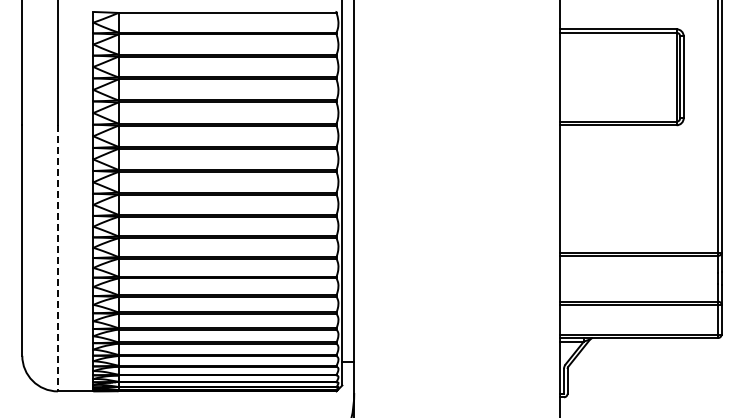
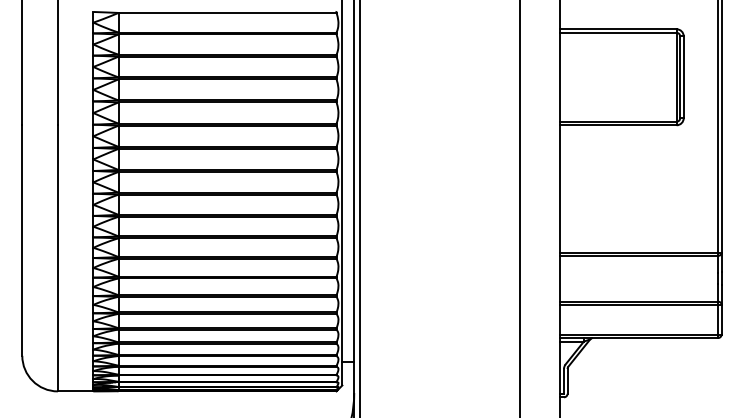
line at (359, 208): none -> present
line at (520, 208): none -> present
line at (57, 258): dashed -> solid
